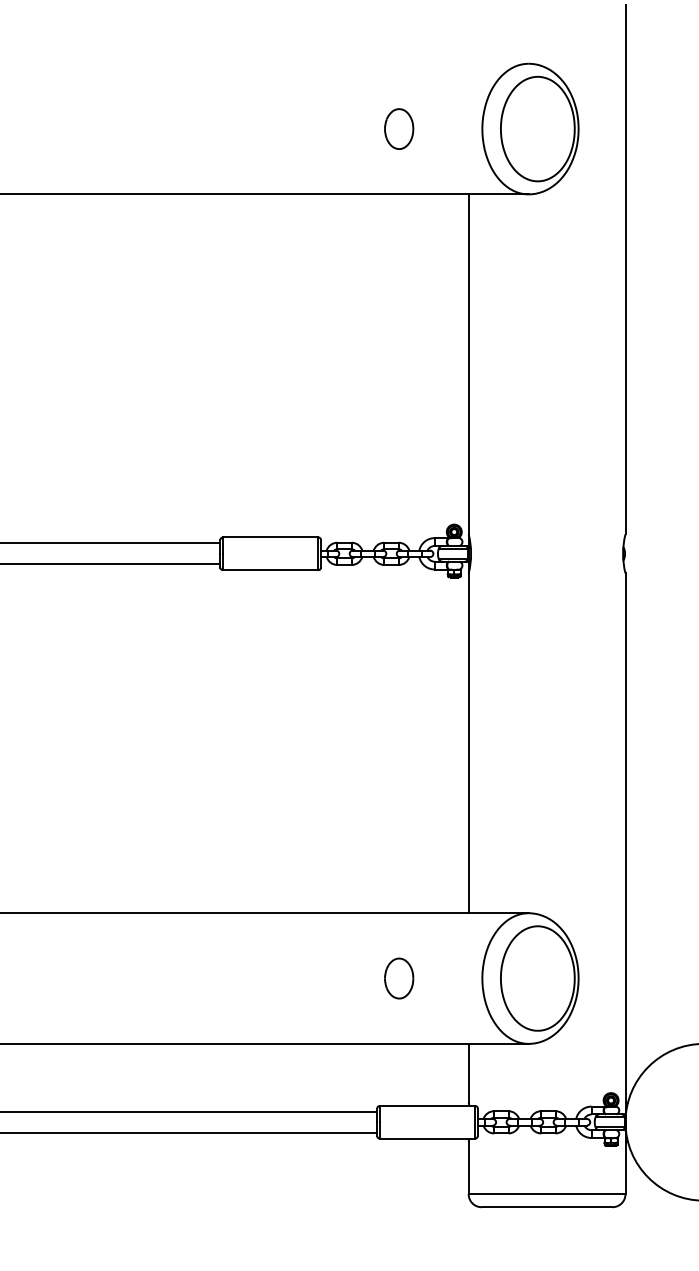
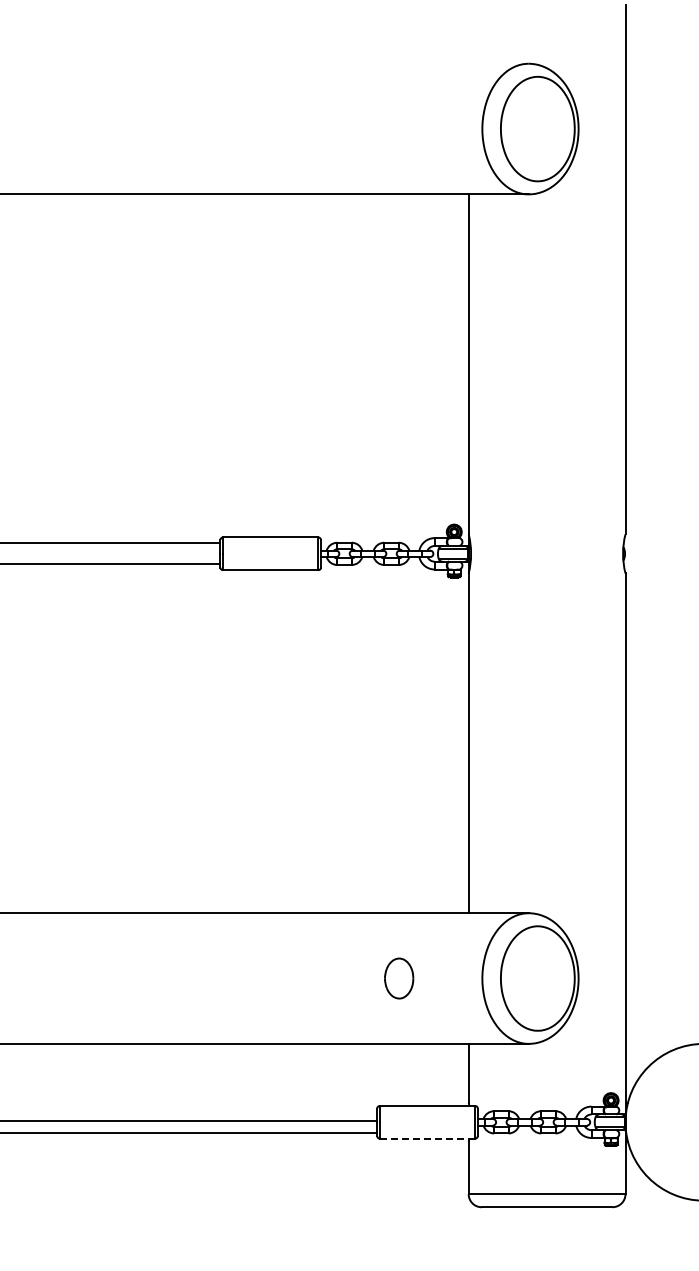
part at (399, 128): present -> none
line at (189, 1111) position: (189, 1111) -> (189, 1120)
line at (427, 1138): solid -> dashed
